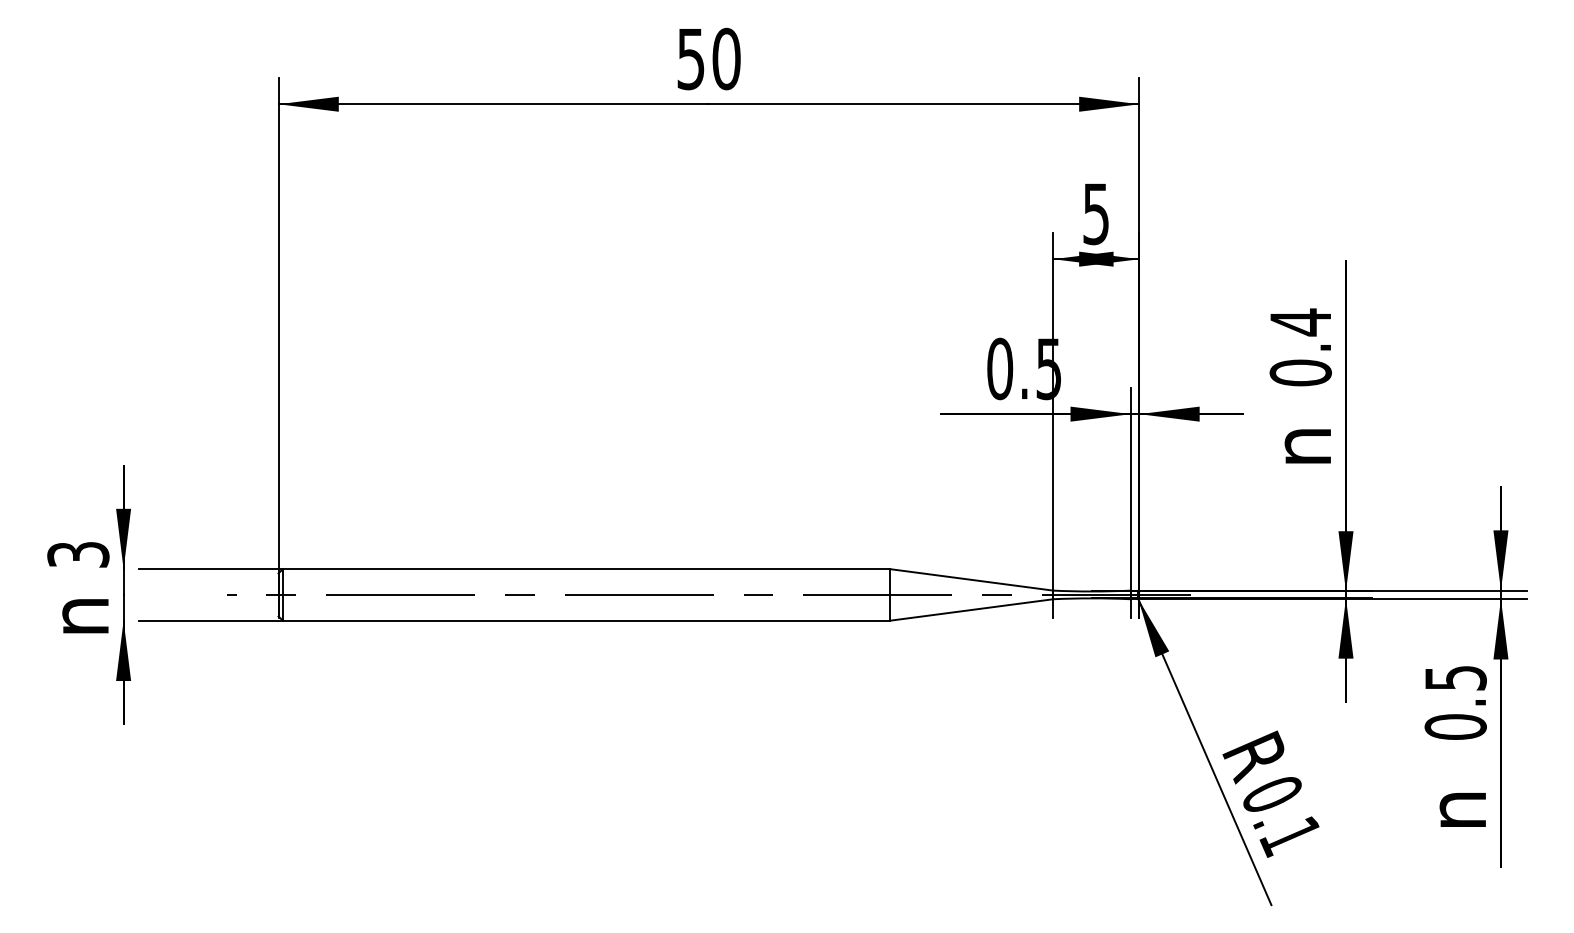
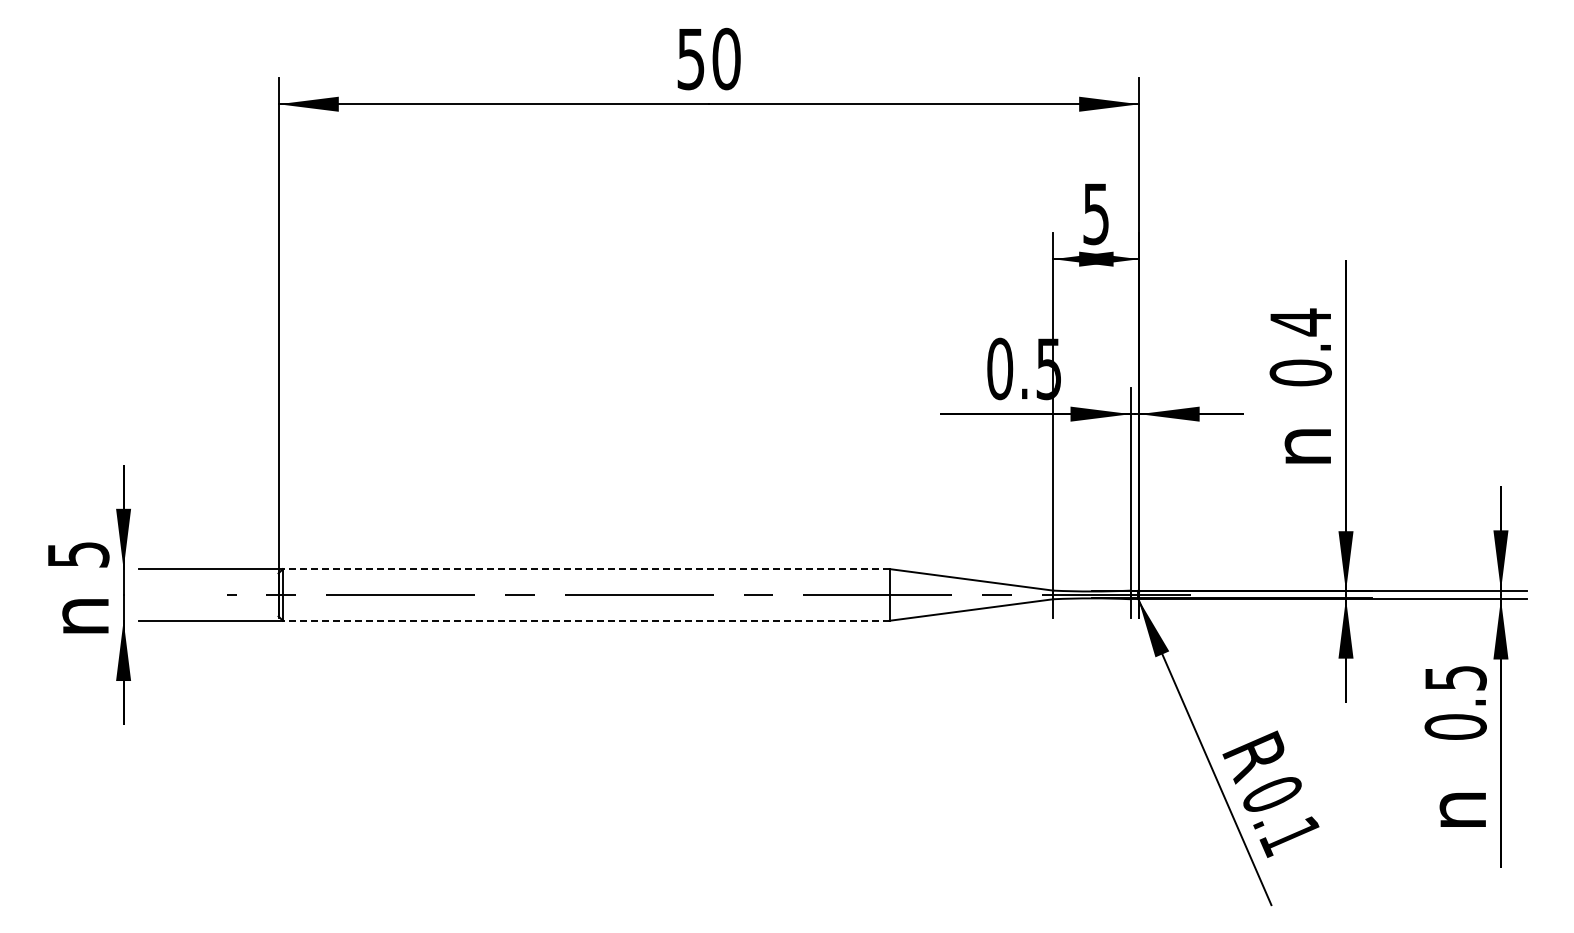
text at (77, 554): 3 -> 5
line at (585, 569): solid -> dashed
line at (585, 620): solid -> dashed
